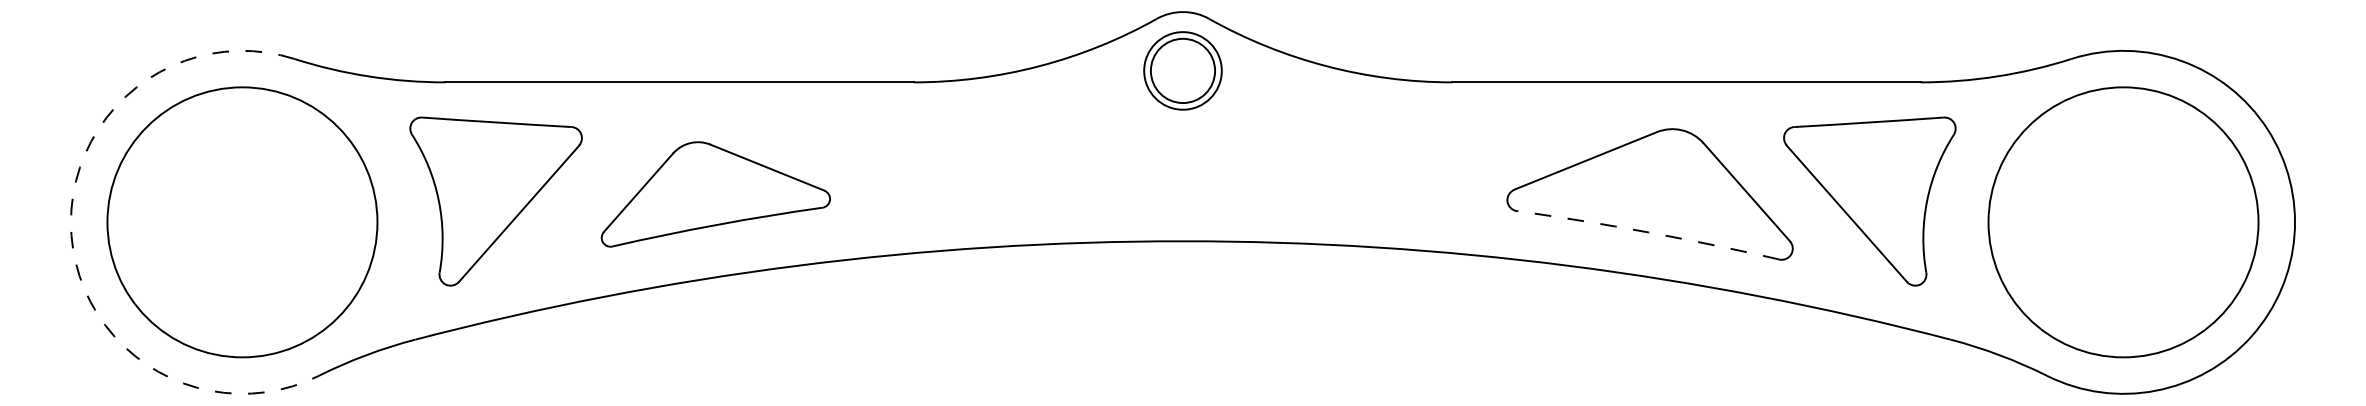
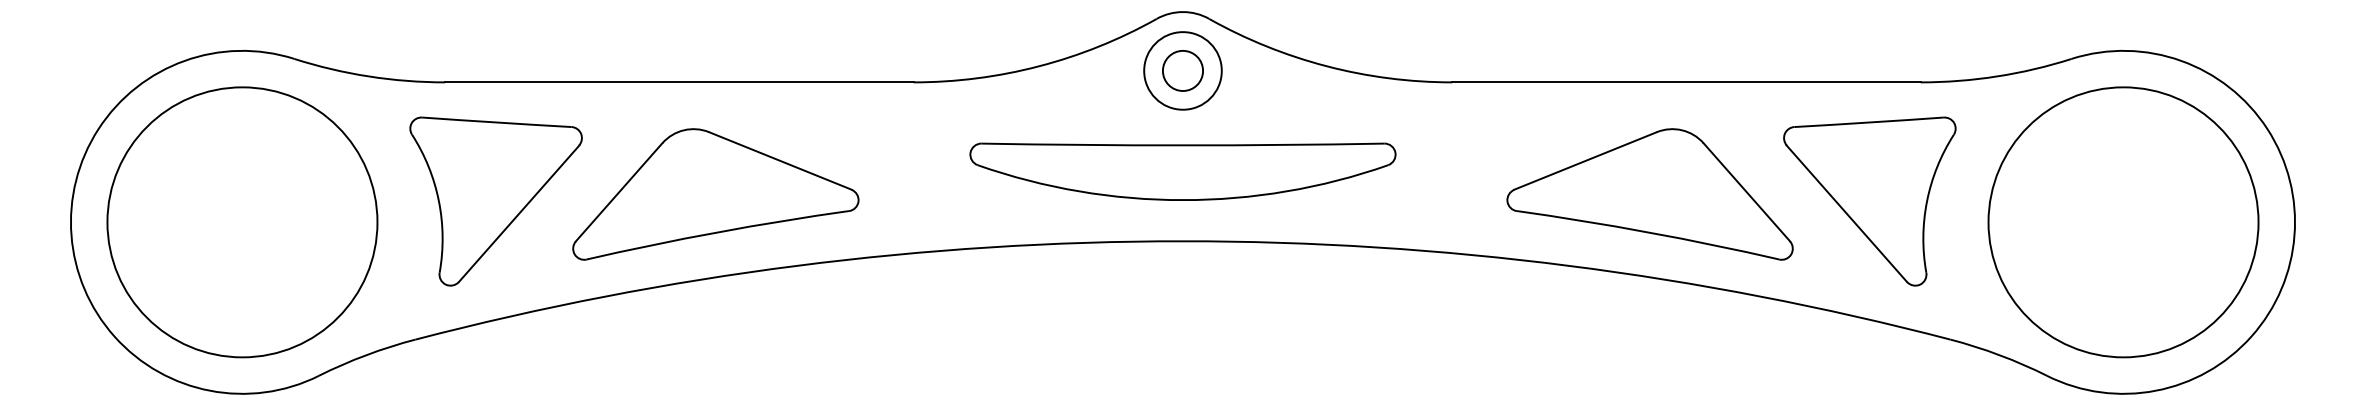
circle at (1182, 70) diameter: 64 px -> 40 px
part at (1182, 171): none -> present
part at (715, 194) size: 231x107 px -> 288x133 px
arc at (1648, 232): dashed -> solid
arc at (71, 235): dashed -> solid
